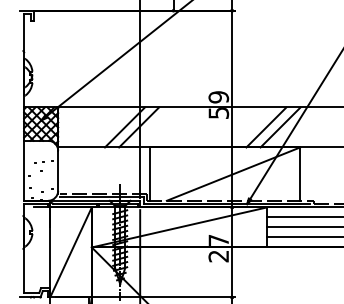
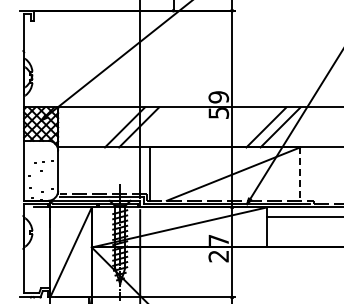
line at (300, 174): solid -> dashed
line at (303, 227): present -> none
line at (303, 237): present -> none
